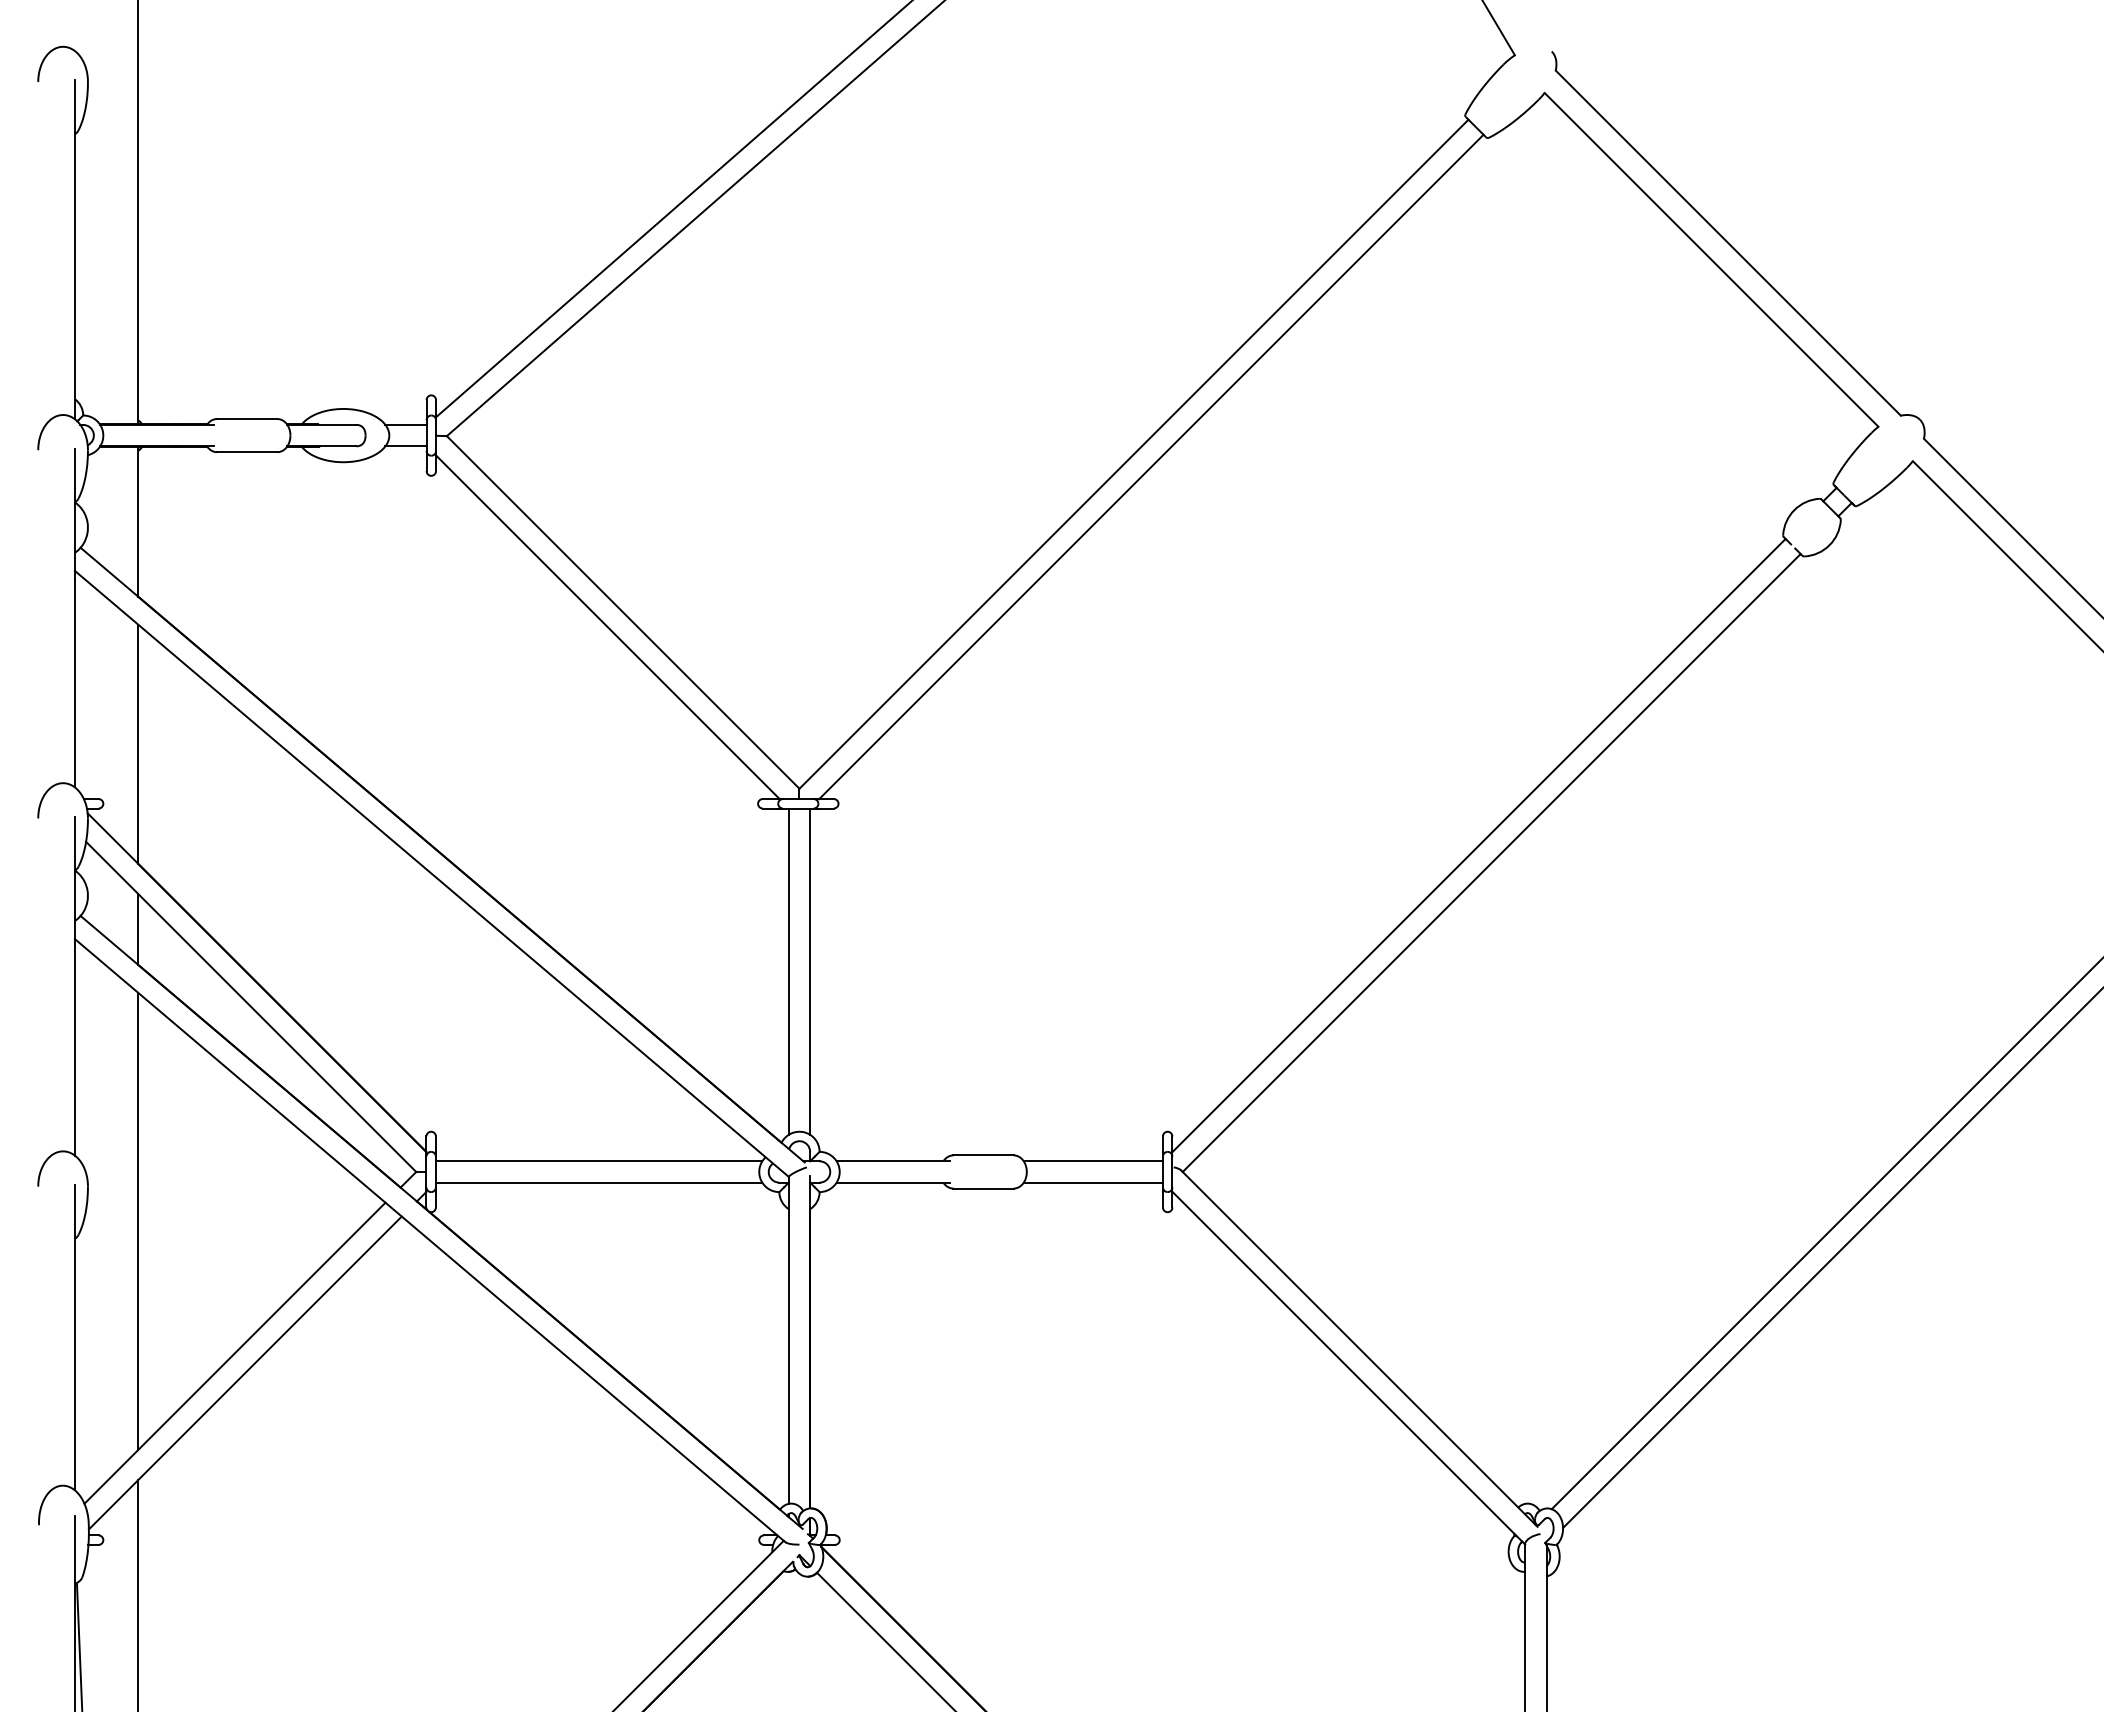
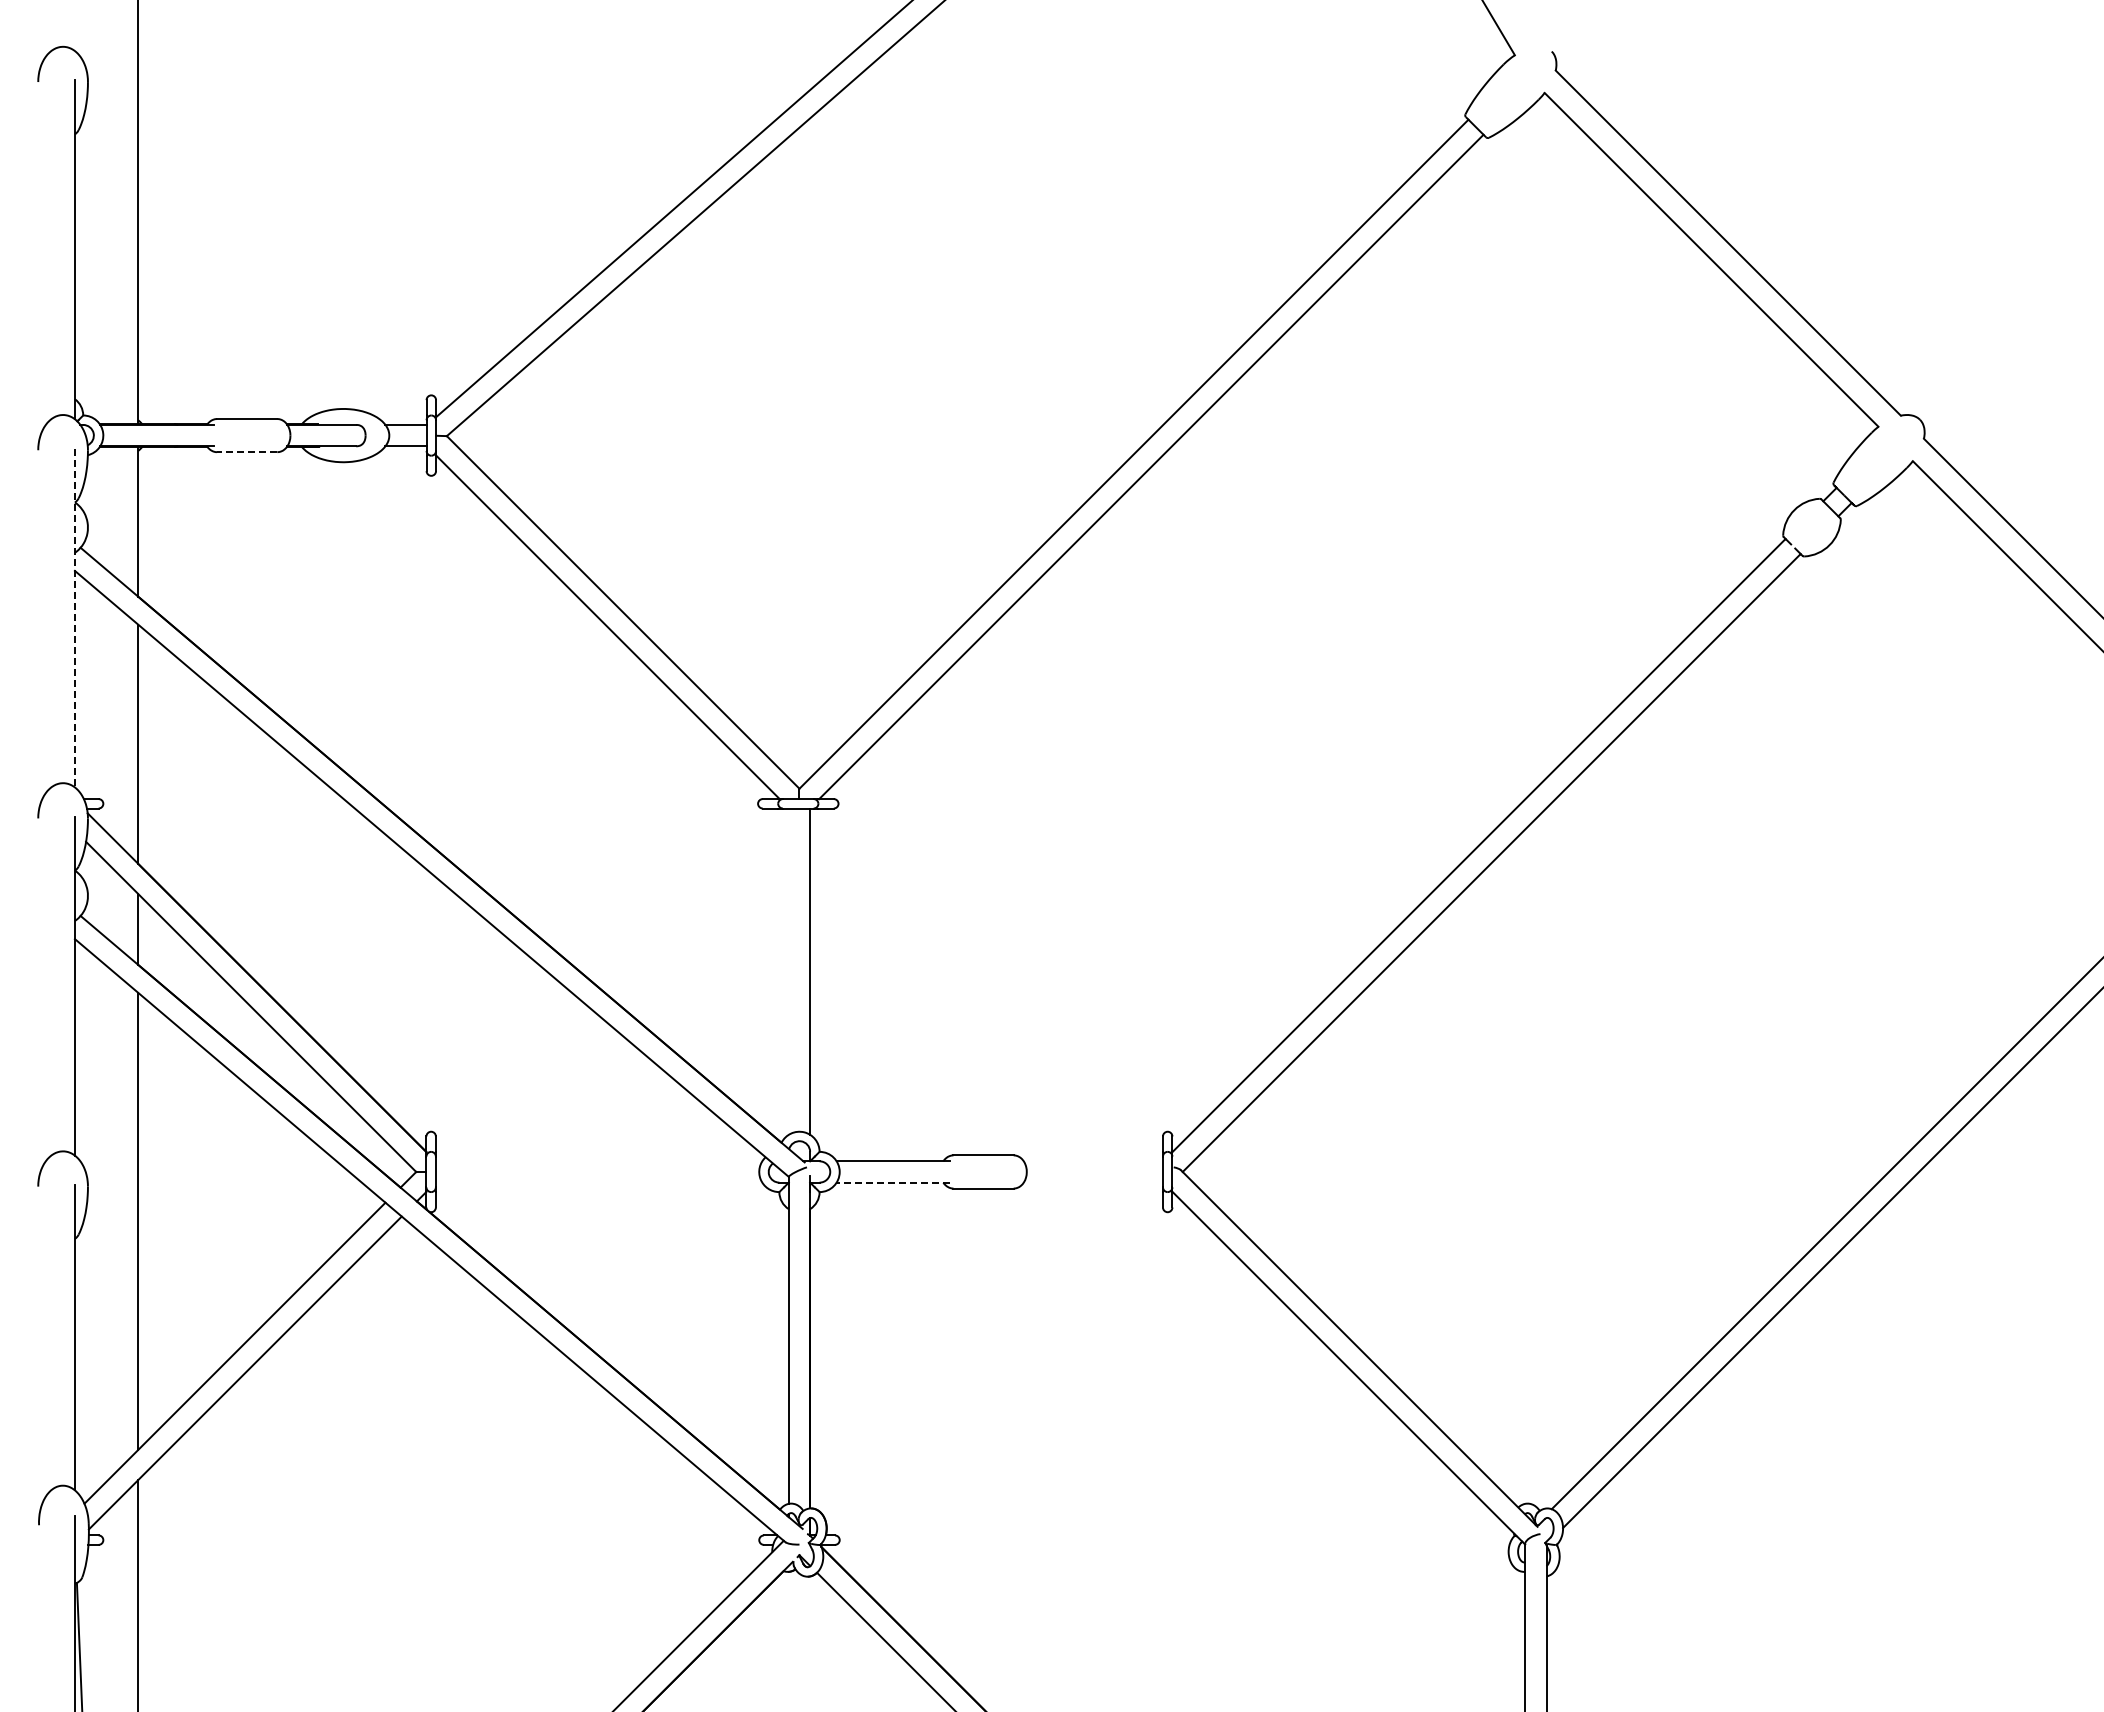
line at (246, 452): solid -> dashed
line at (74, 618): solid -> dashed
line at (788, 971): present -> none
line at (598, 1161): present -> none
line at (1092, 1161): present -> none
line at (598, 1182): present -> none
line at (893, 1182): solid -> dashed
line at (1092, 1182): present -> none
